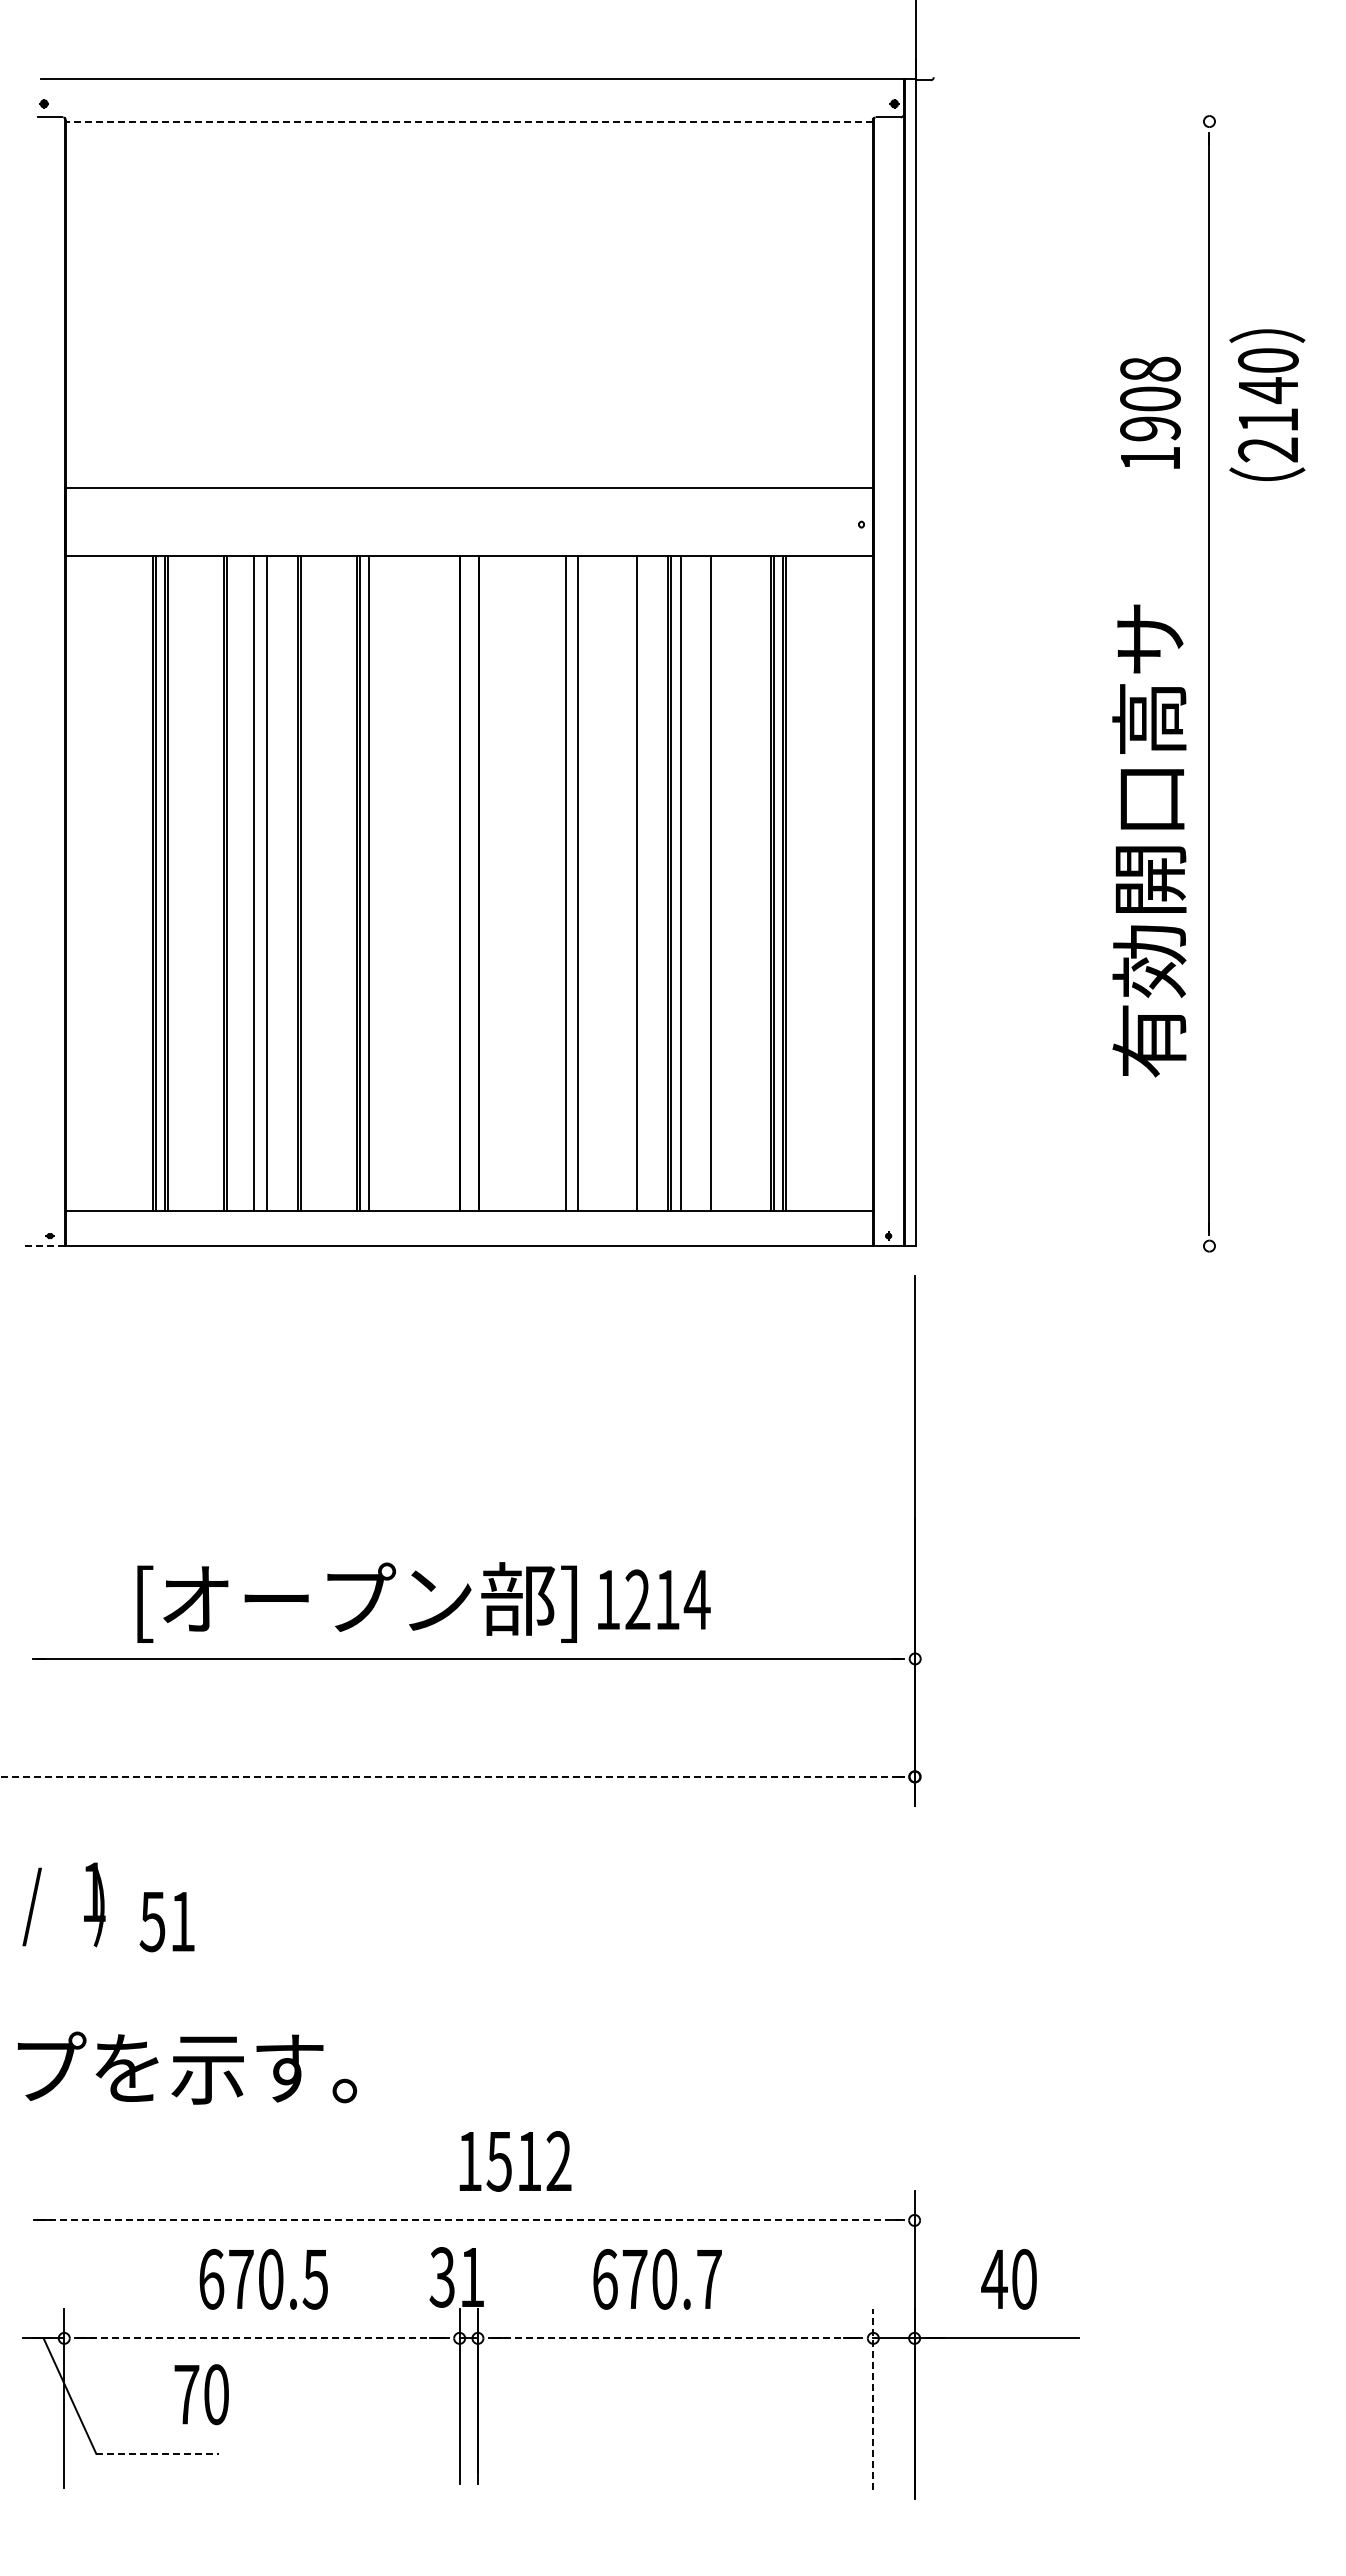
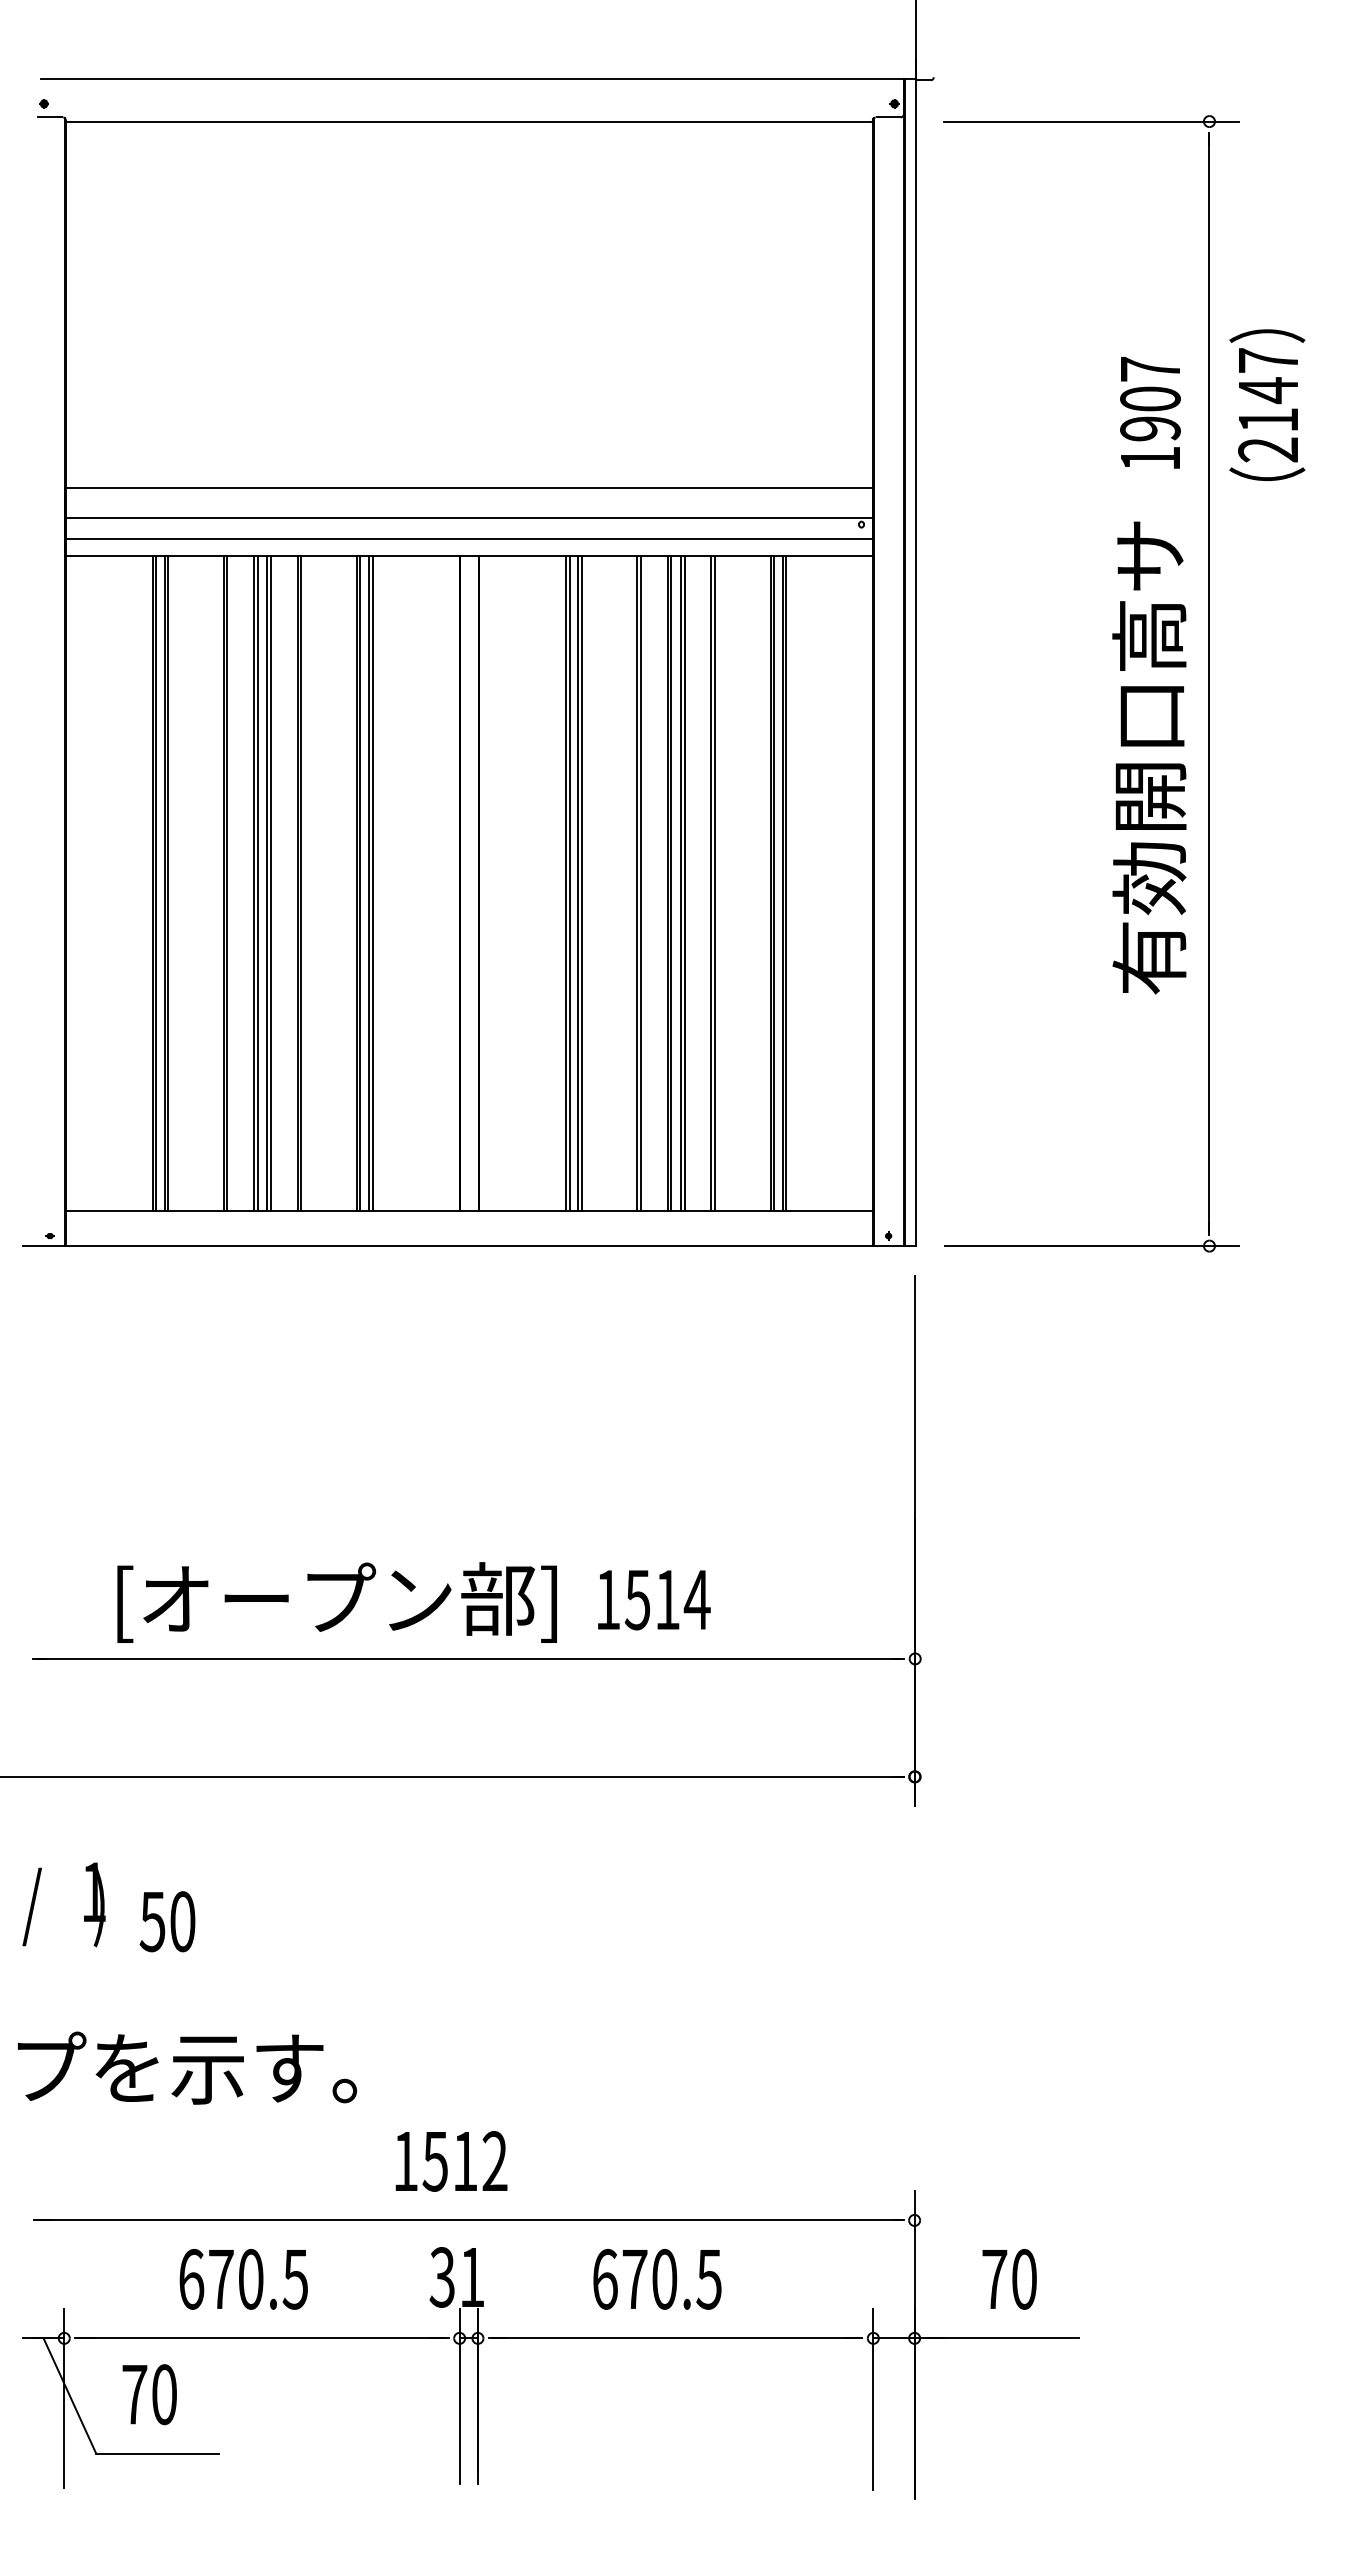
line at (469, 121): dashed -> solid
line at (1091, 121): none -> present
text at (1268, 360): 2140 -> 2147
text at (1150, 368): 1908 -> 1907
line at (469, 517): none -> present
line at (469, 538): none -> present
text at (1149, 840) position: (1149, 840) -> (1149, 757)
line at (257, 883): none -> present
line at (270, 883): none -> present
line at (372, 883): none -> present
line at (569, 883): none -> present
line at (581, 883): none -> present
line at (640, 883): none -> present
line at (684, 883): none -> present
line at (715, 883): none -> present
line at (43, 1246): dashed -> solid
line at (1091, 1246): none -> present
text at (637, 1599): 1214 -> 1514
text at (356, 1602) position: (356, 1602) -> (336, 1602)
line at (446, 1776): dashed -> solid
text at (182, 1921): 51 -> 50
text at (515, 2161) position: (515, 2161) -> (451, 2161)
line at (469, 2220): dashed -> solid
text at (263, 2279) position: (263, 2279) -> (243, 2279)
text at (708, 2279): 670.7 -> 670.5
text at (994, 2279): 40 -> 70
line at (261, 2338): dashed -> solid
line at (675, 2338): dashed -> solid
text at (201, 2394) position: (201, 2394) -> (149, 2394)
line at (873, 2399): dashed -> solid
line at (158, 2453): dashed -> solid
